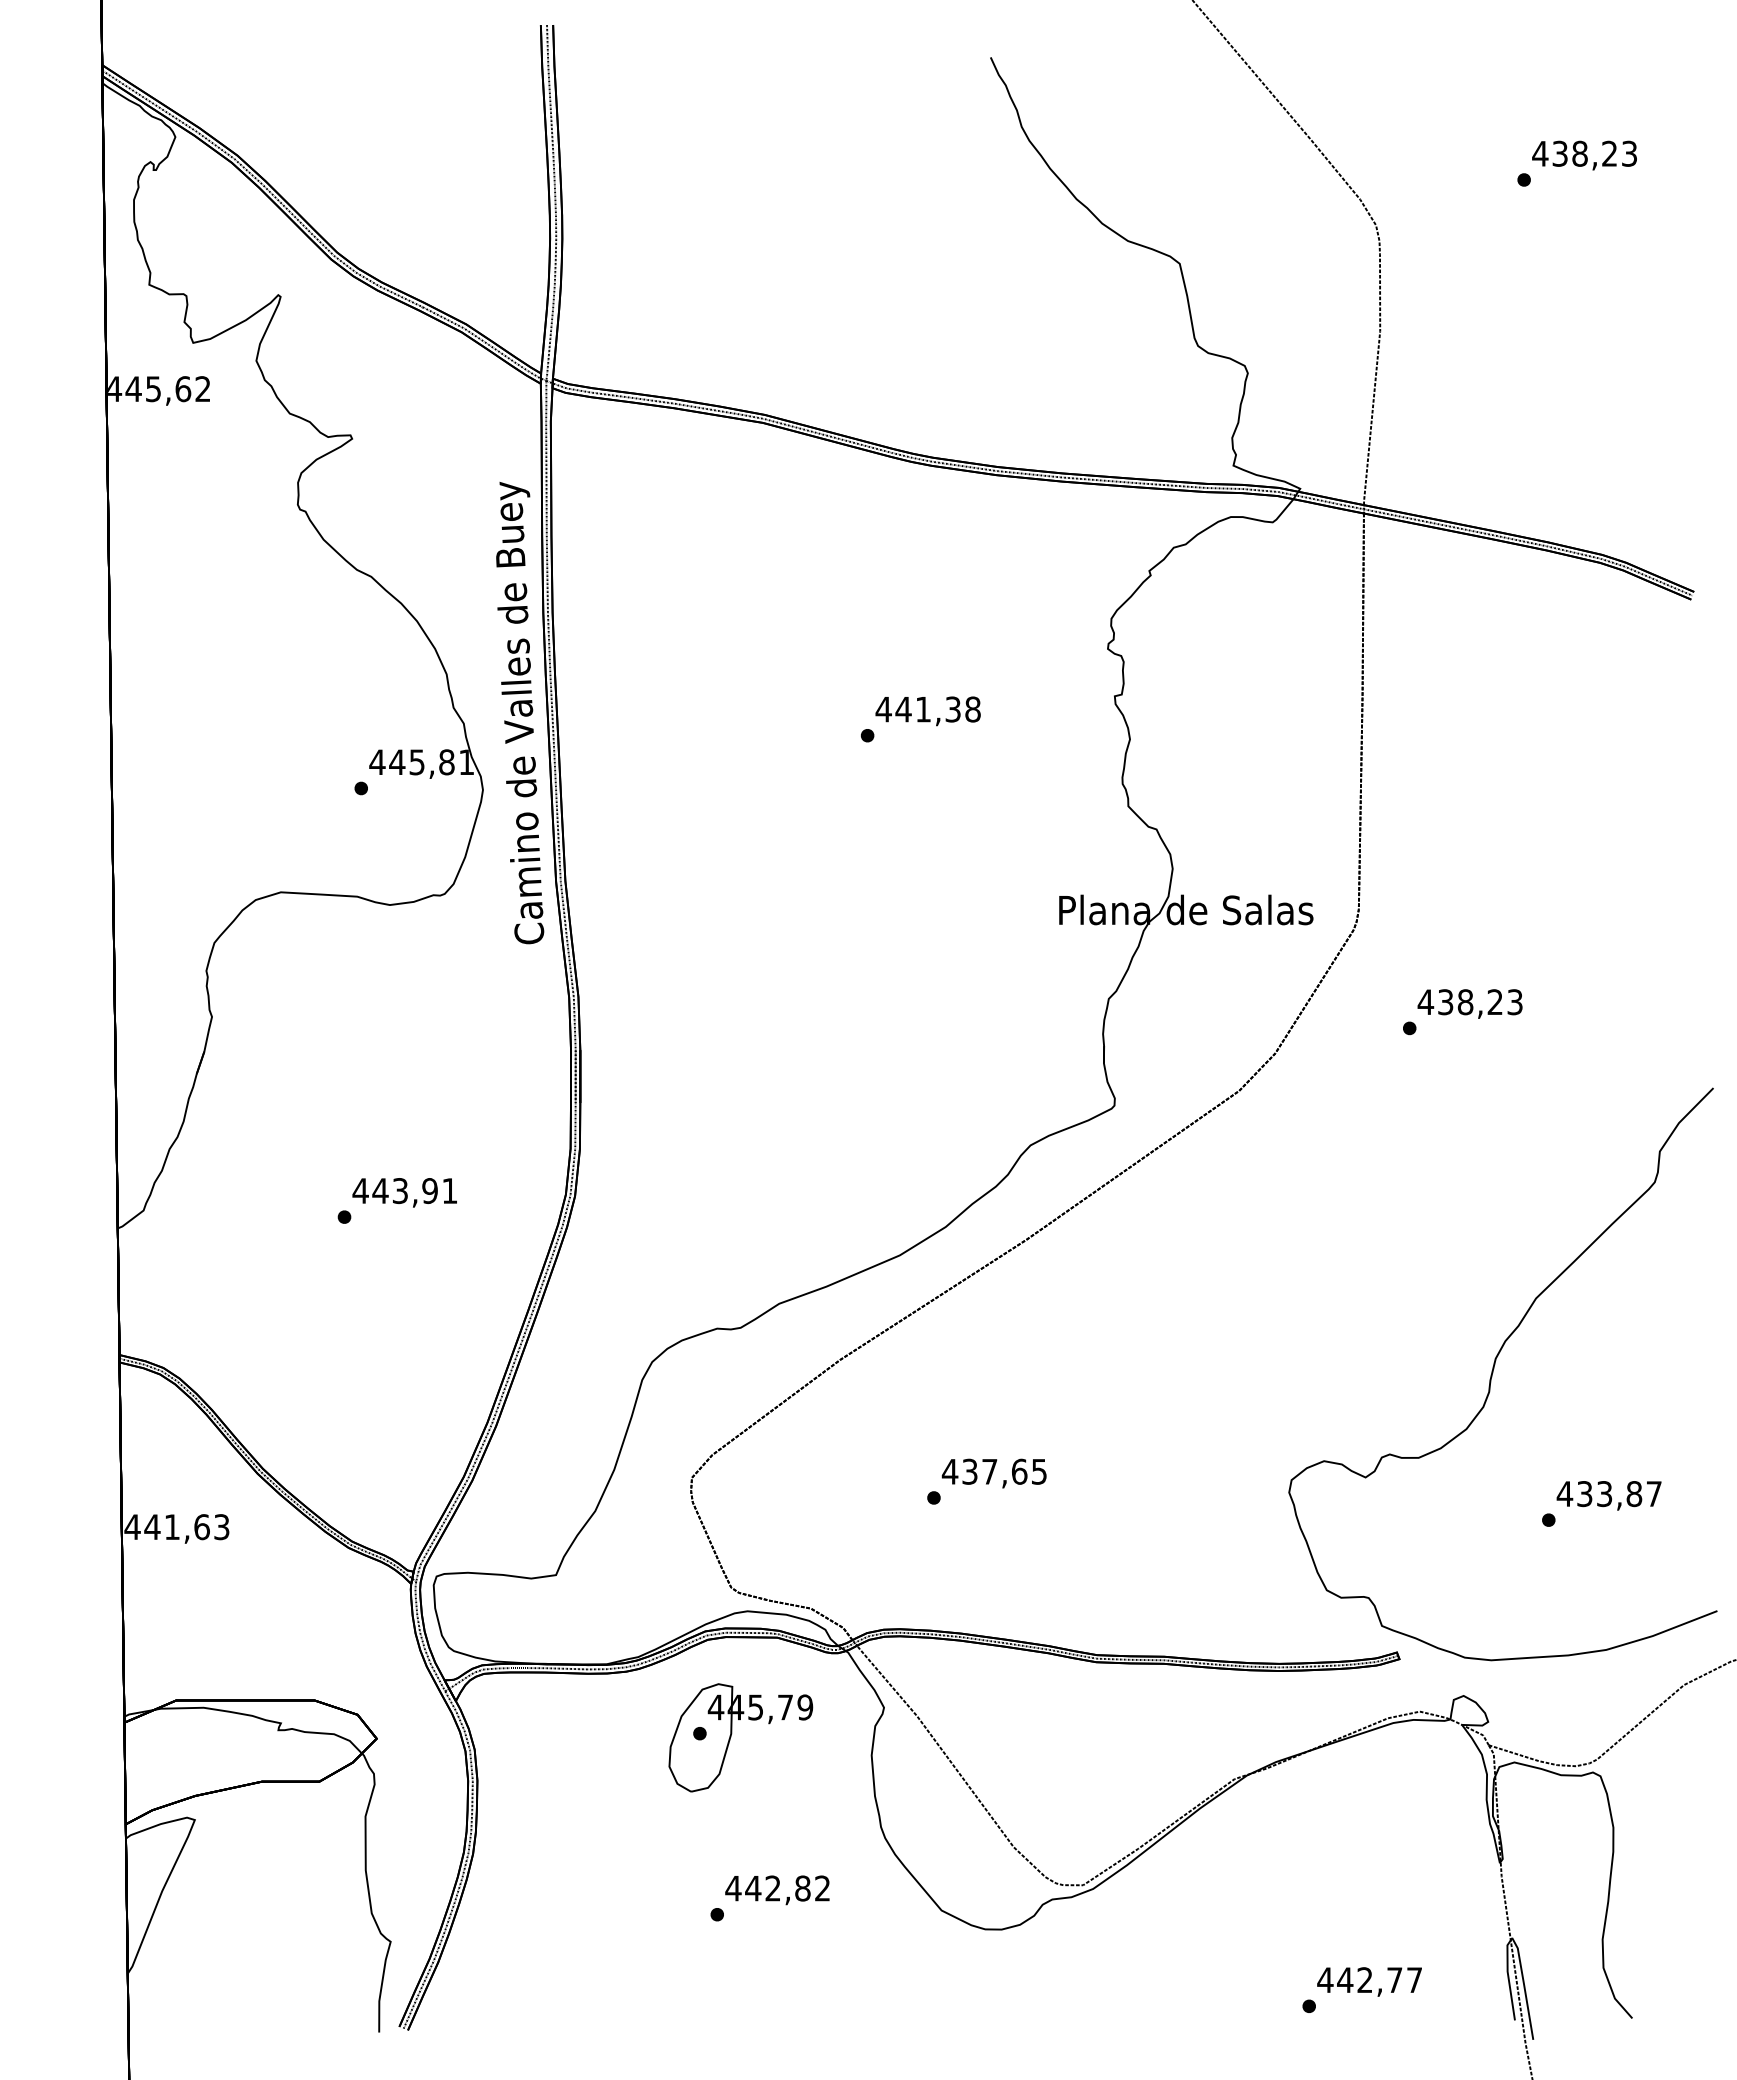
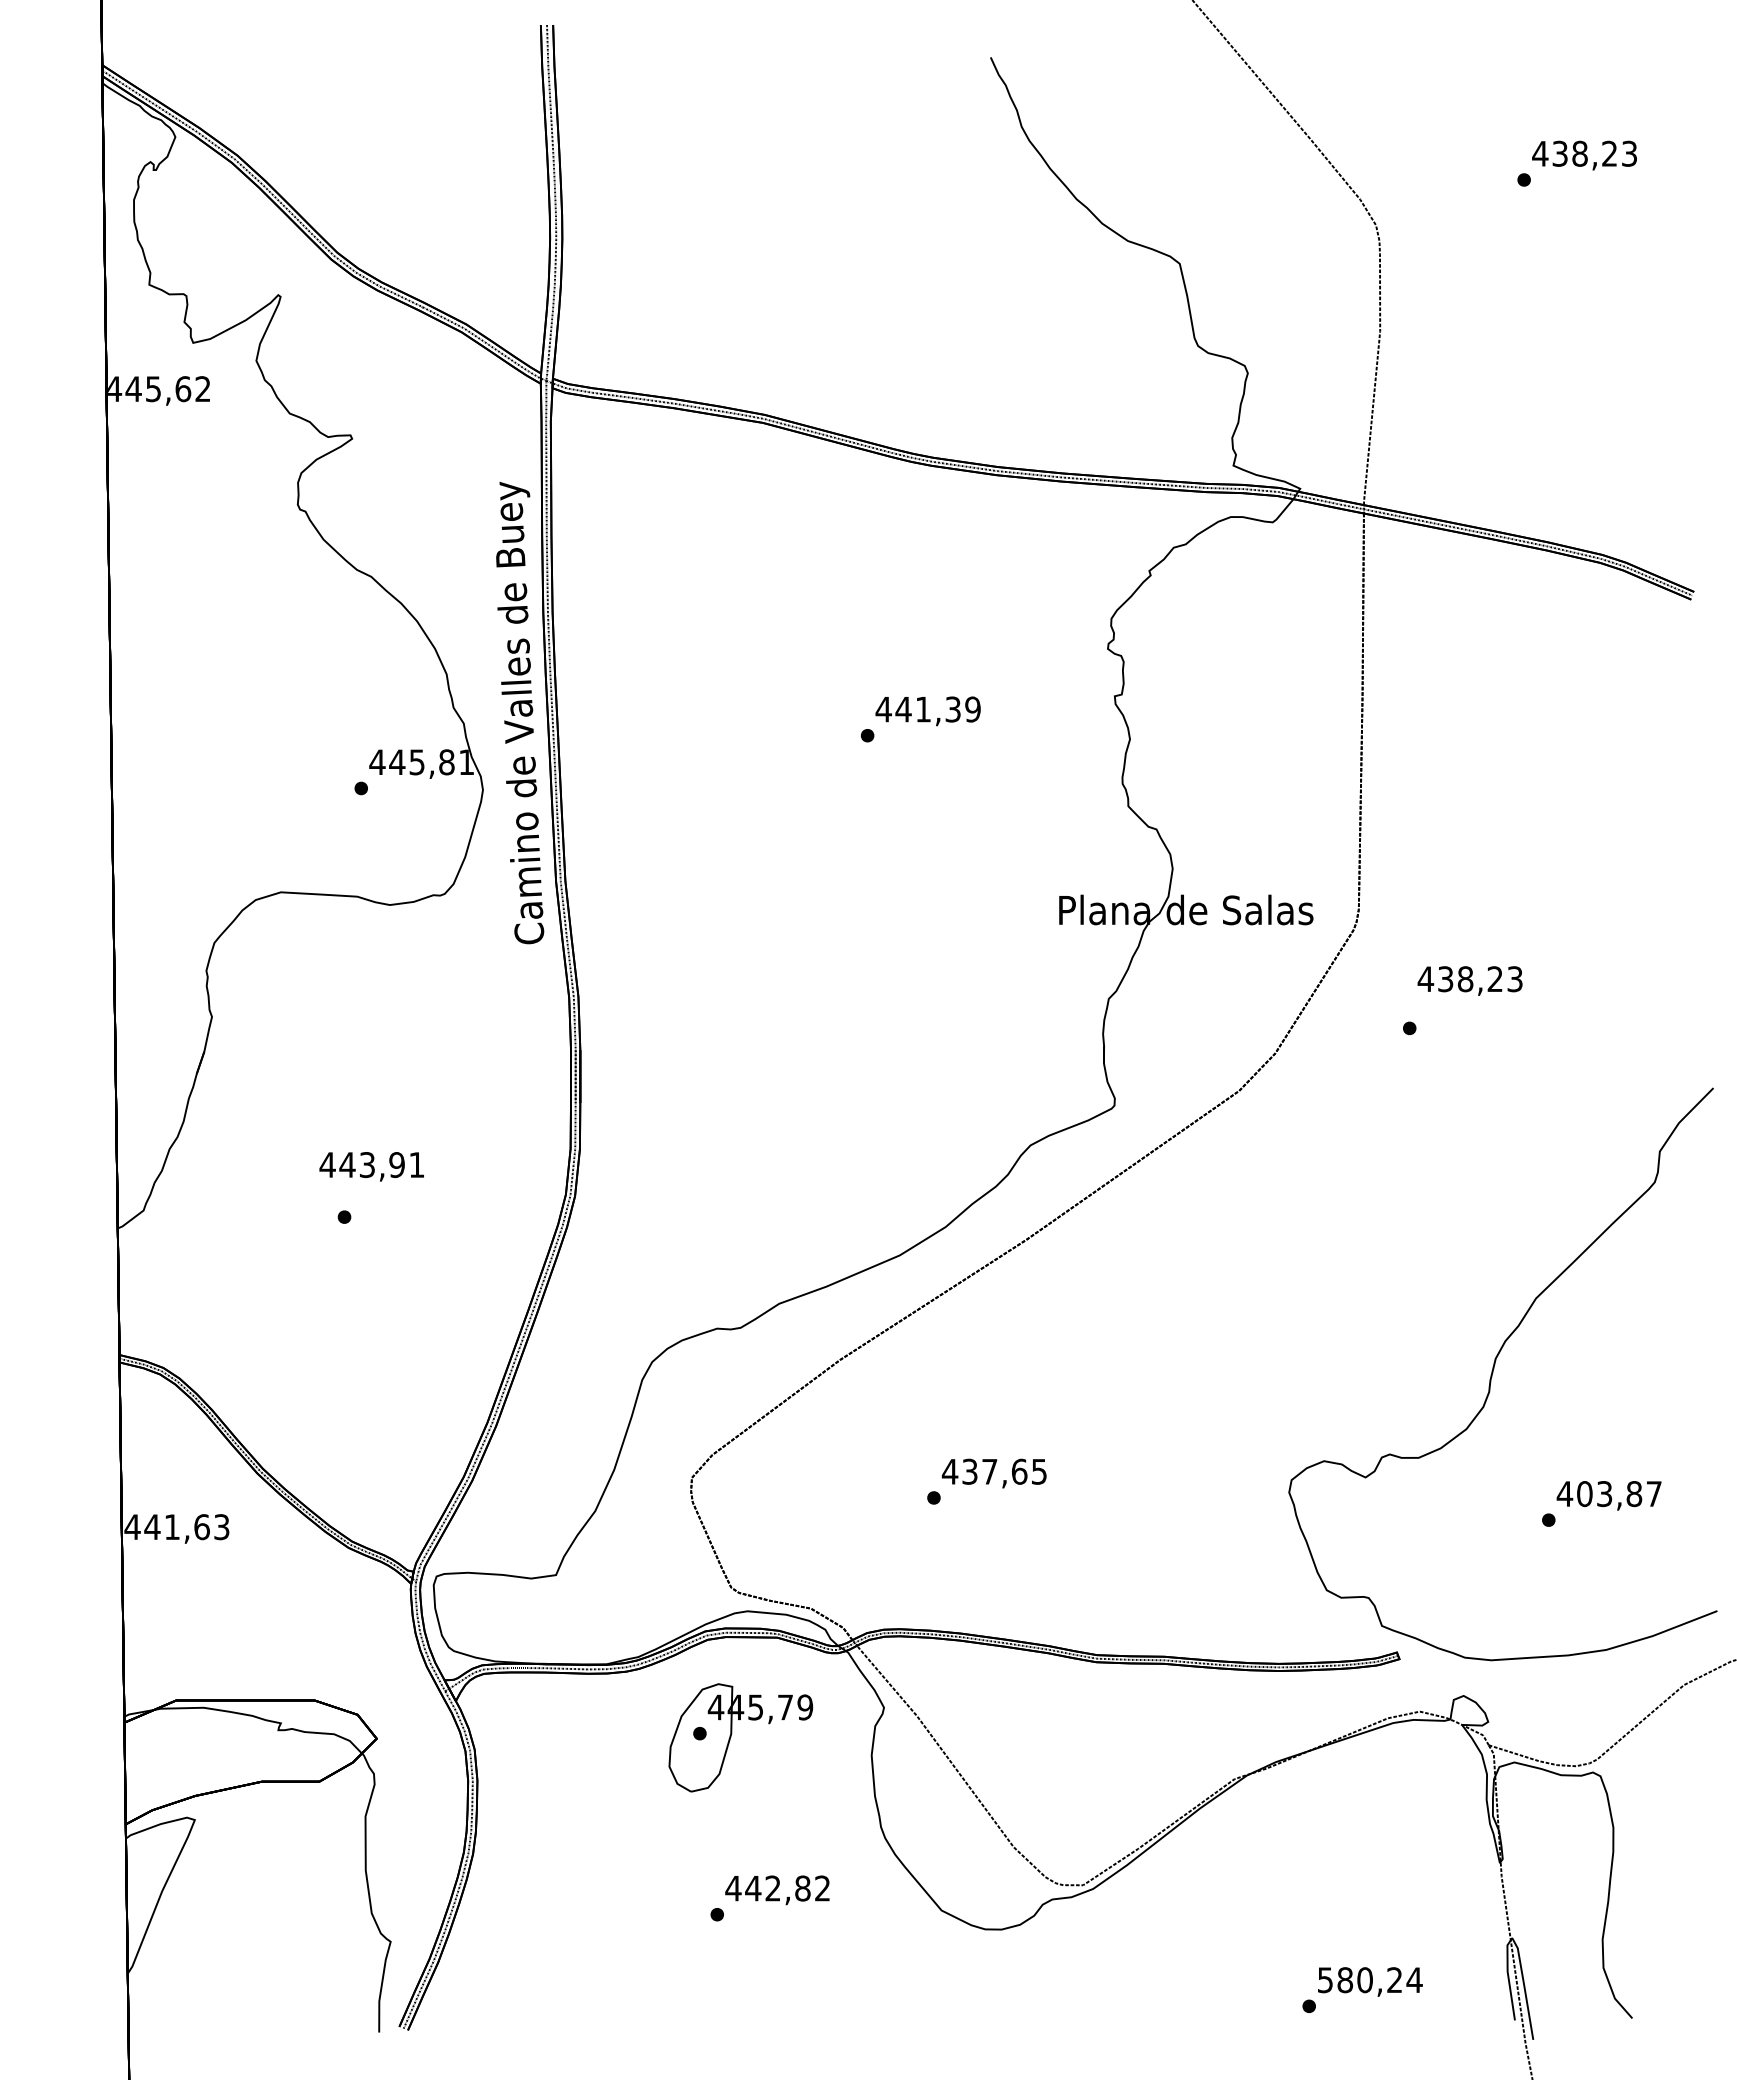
text at (972, 709): 441,38 -> 441,39
text at (1469, 1003) position: (1469, 1003) -> (1469, 980)
text at (404, 1192) position: (404, 1192) -> (371, 1166)
text at (1584, 1494): 433,87 -> 403,87
text at (1369, 1980): 442,77 -> 580,24
